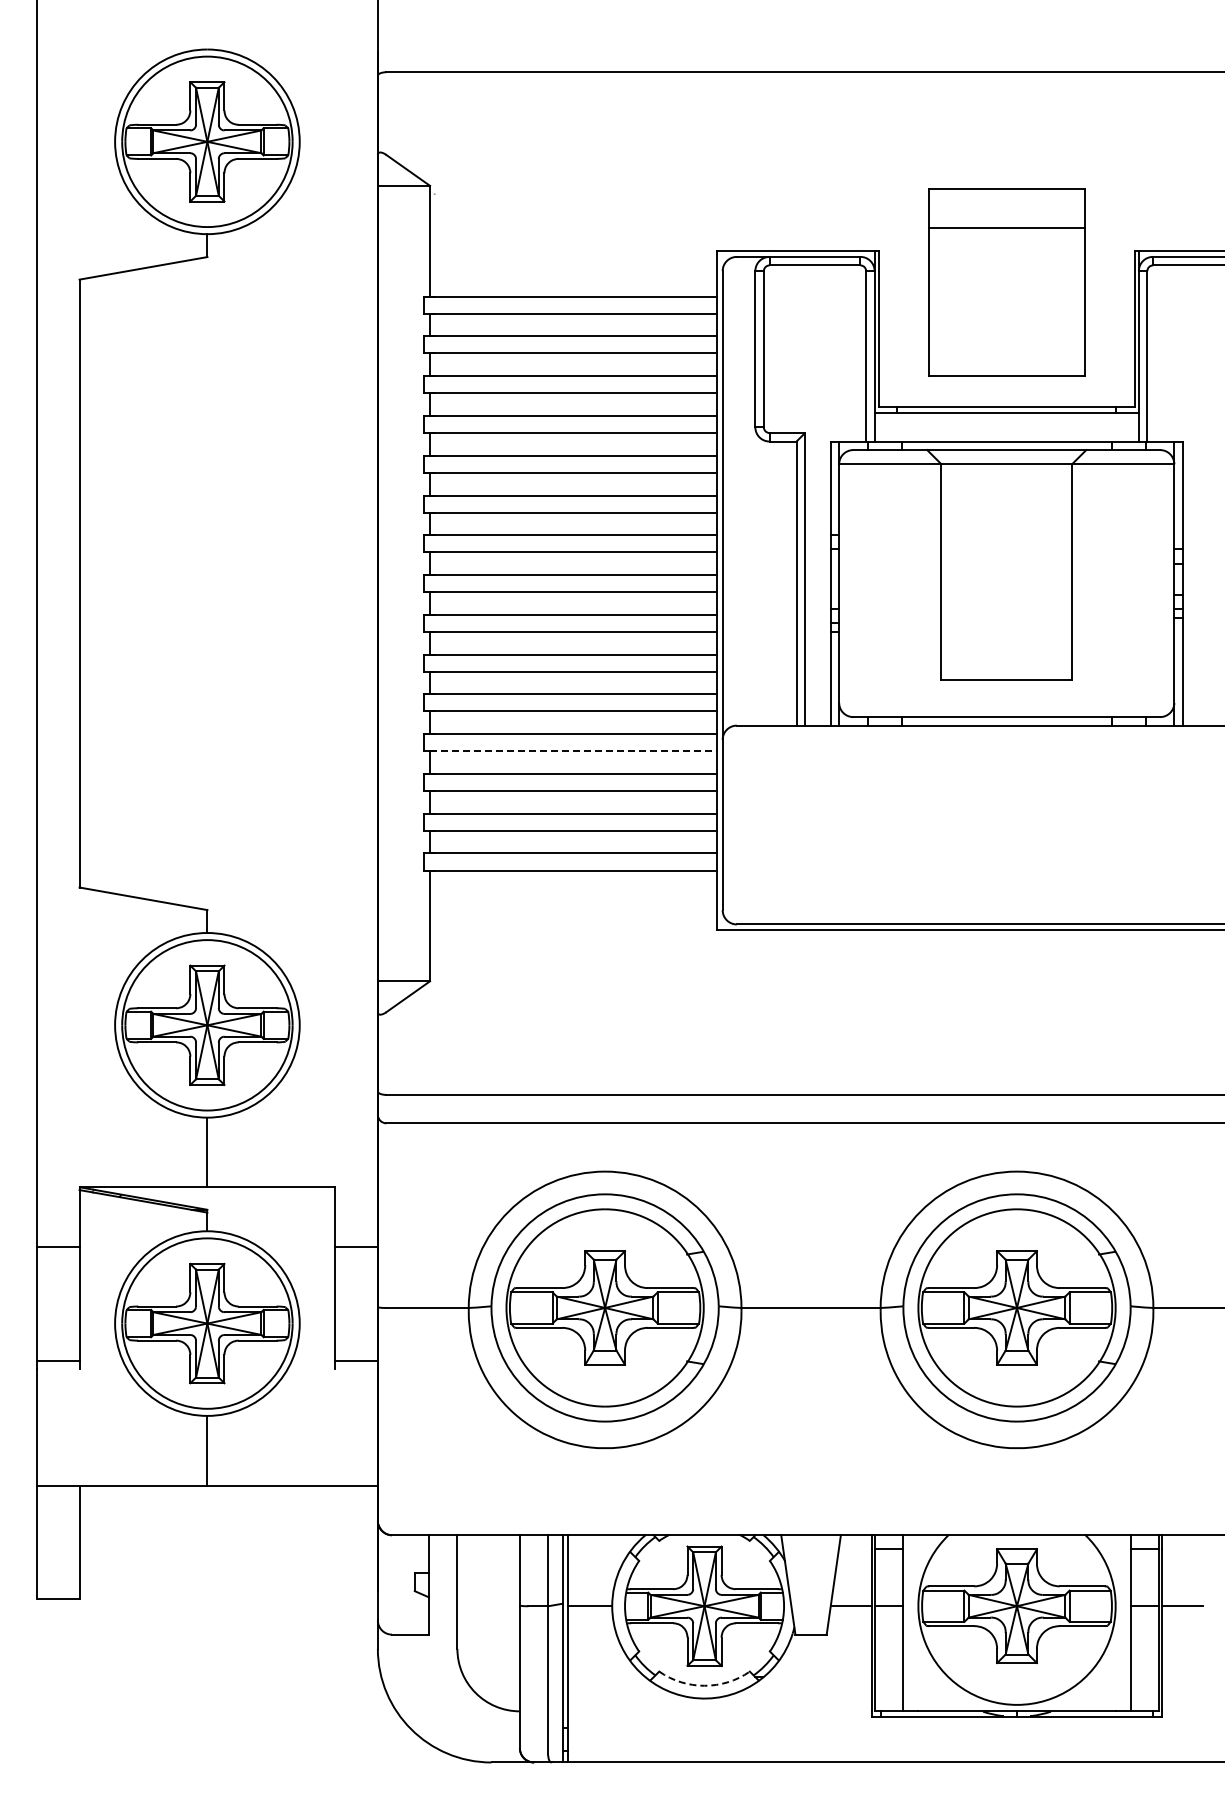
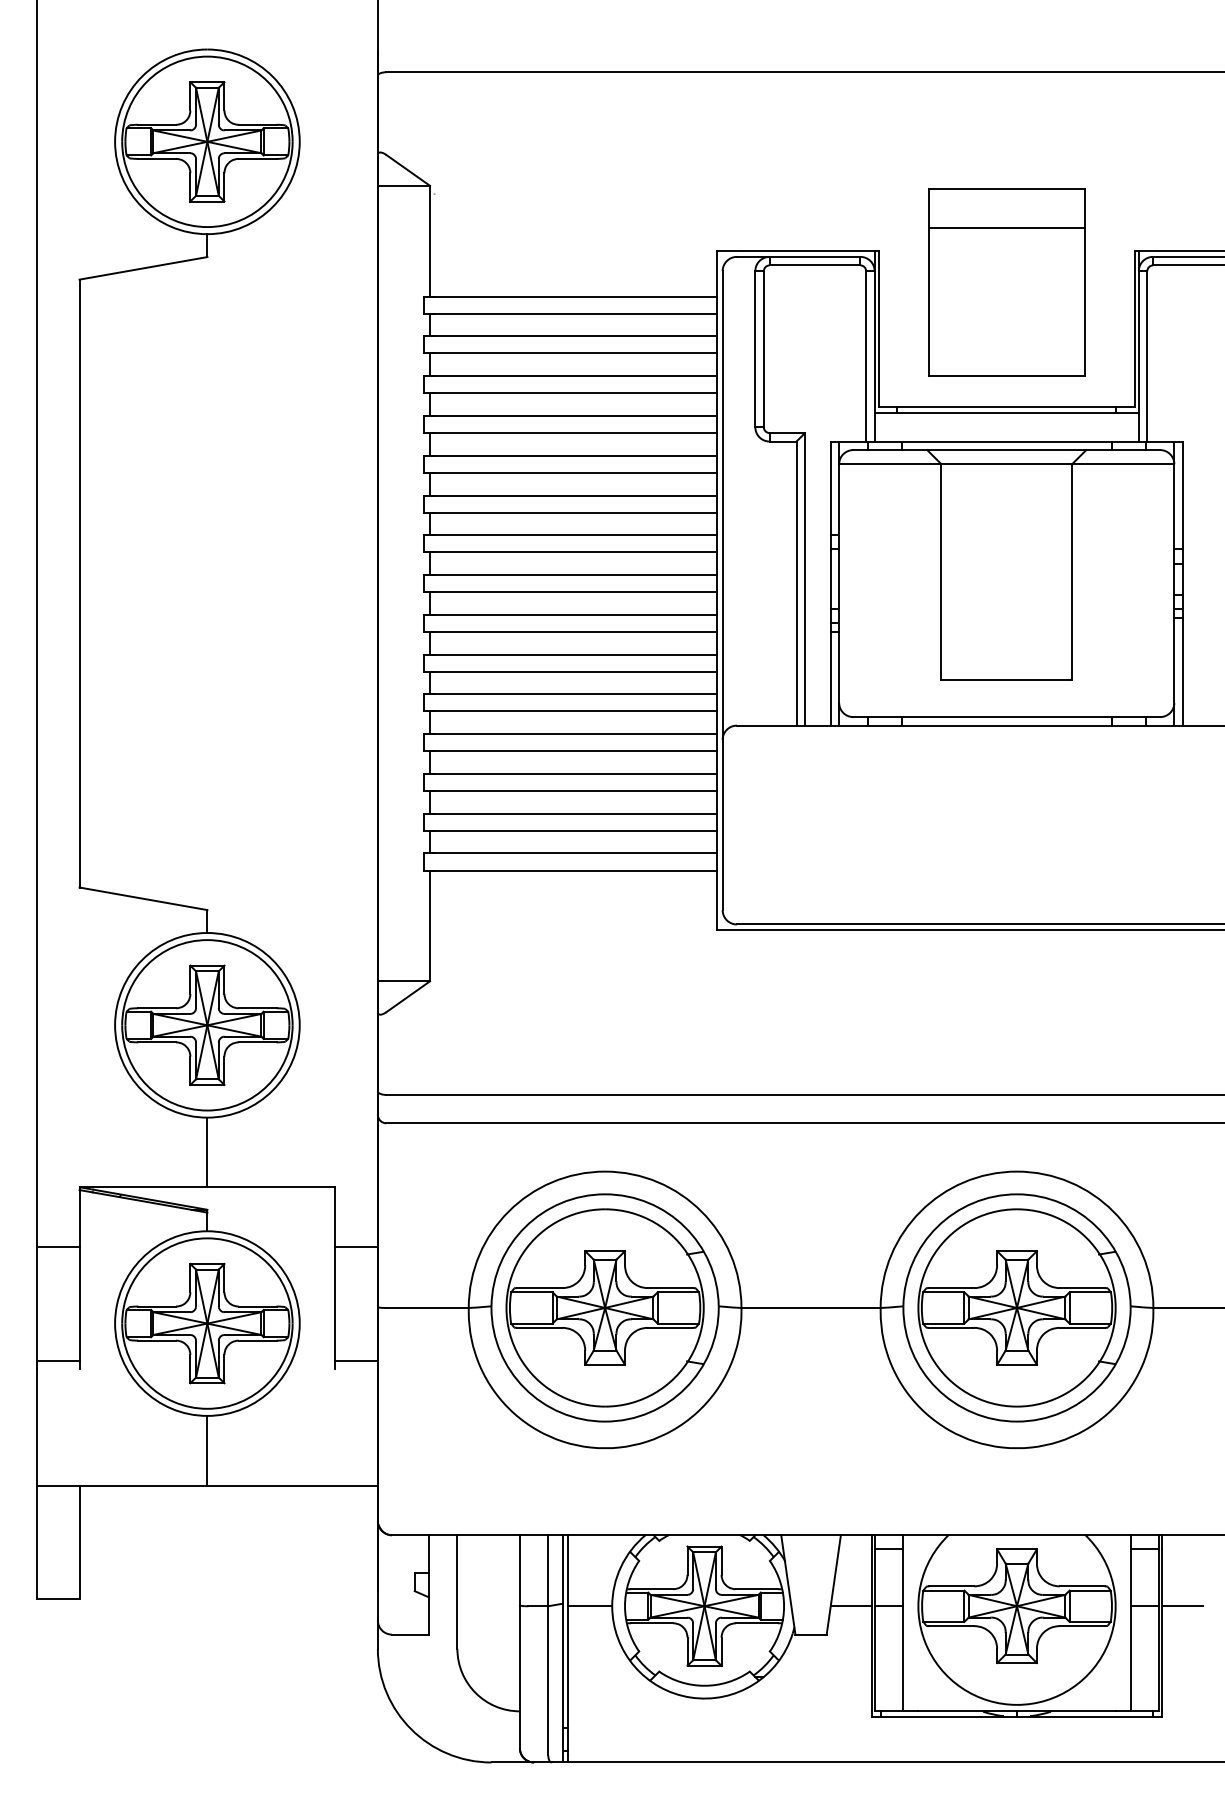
line at (574, 751): dashed -> solid
arc at (704, 1685): dashed -> solid
